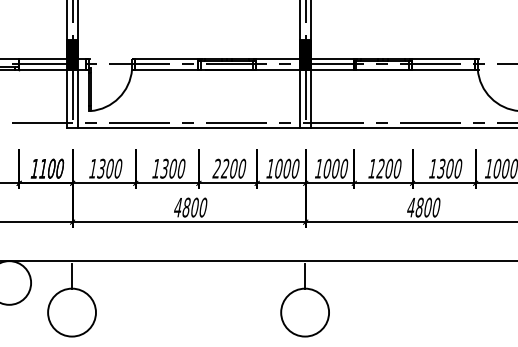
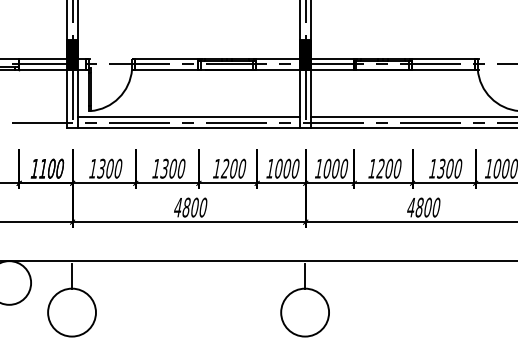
line at (188, 117): none -> present
line at (412, 117): none -> present
text at (216, 168): 2200 -> 1200
